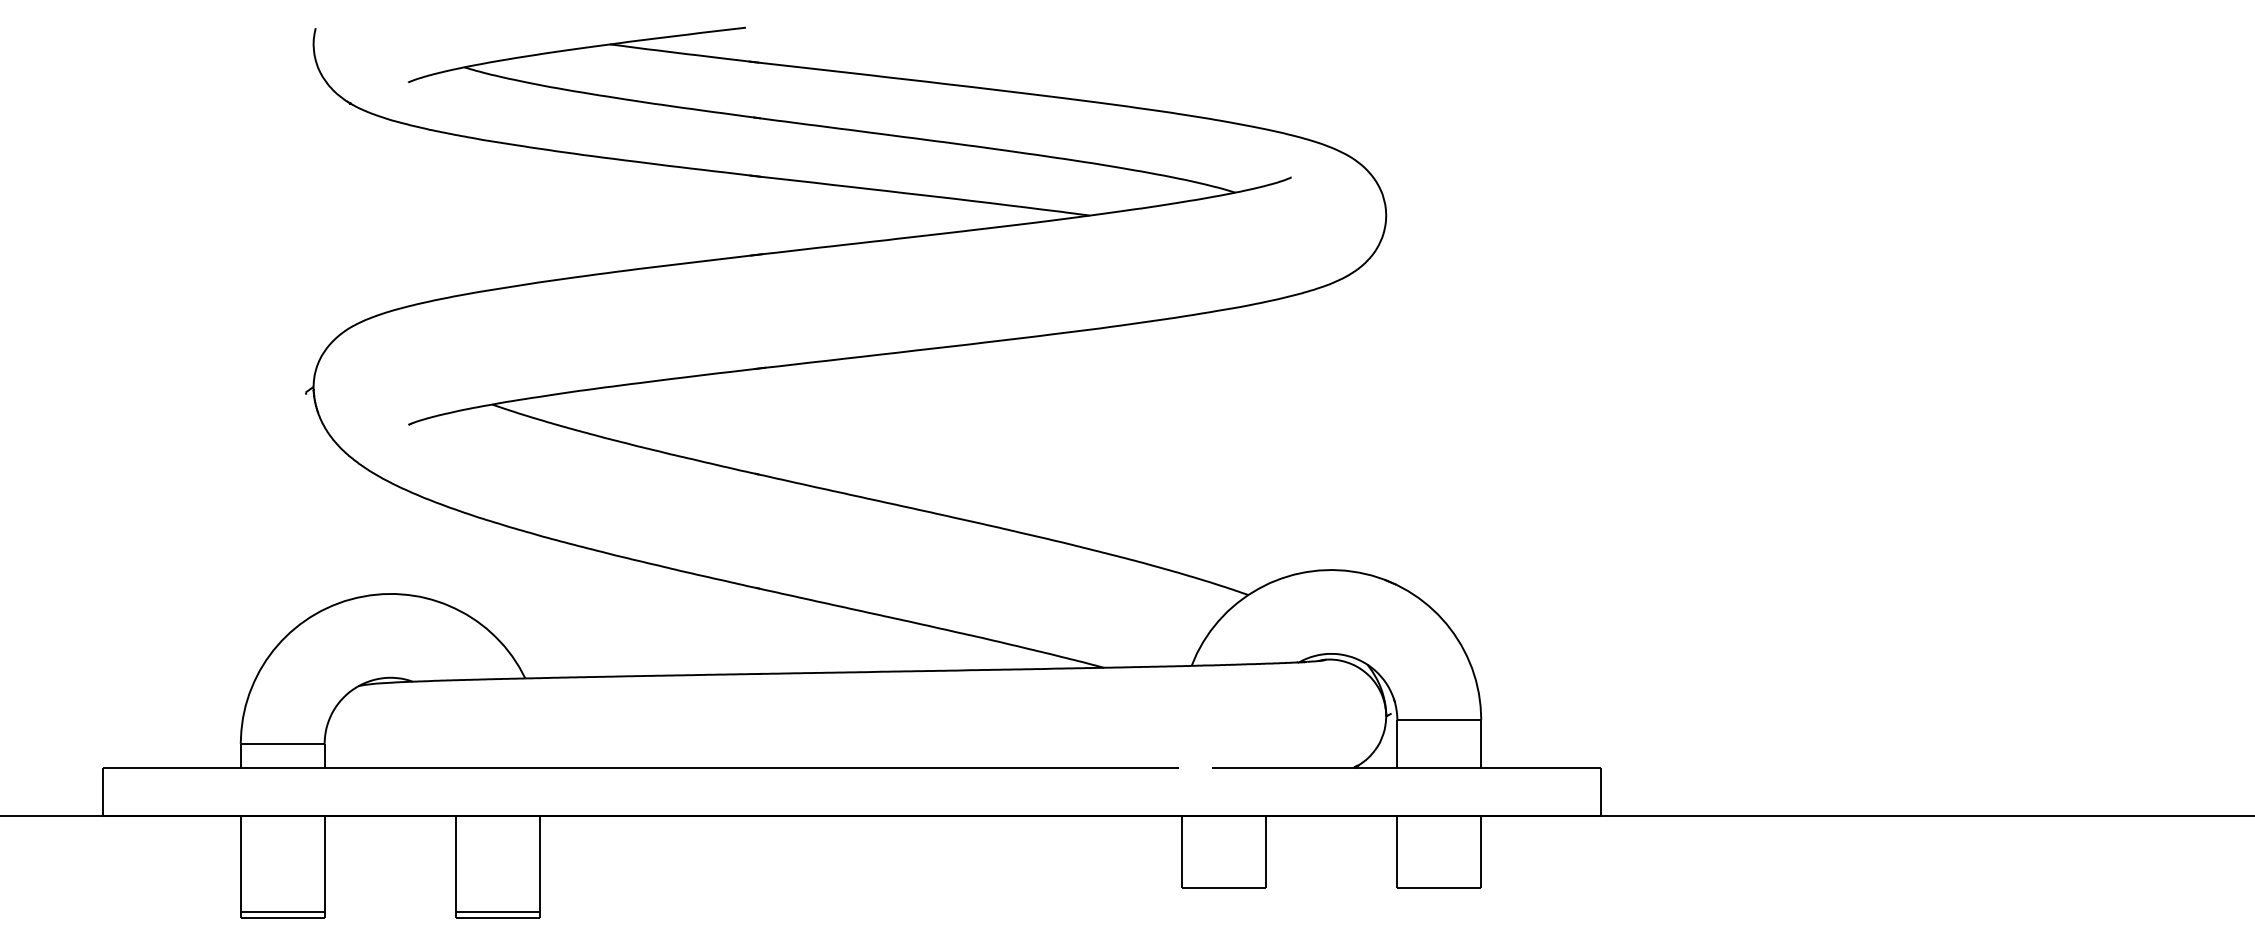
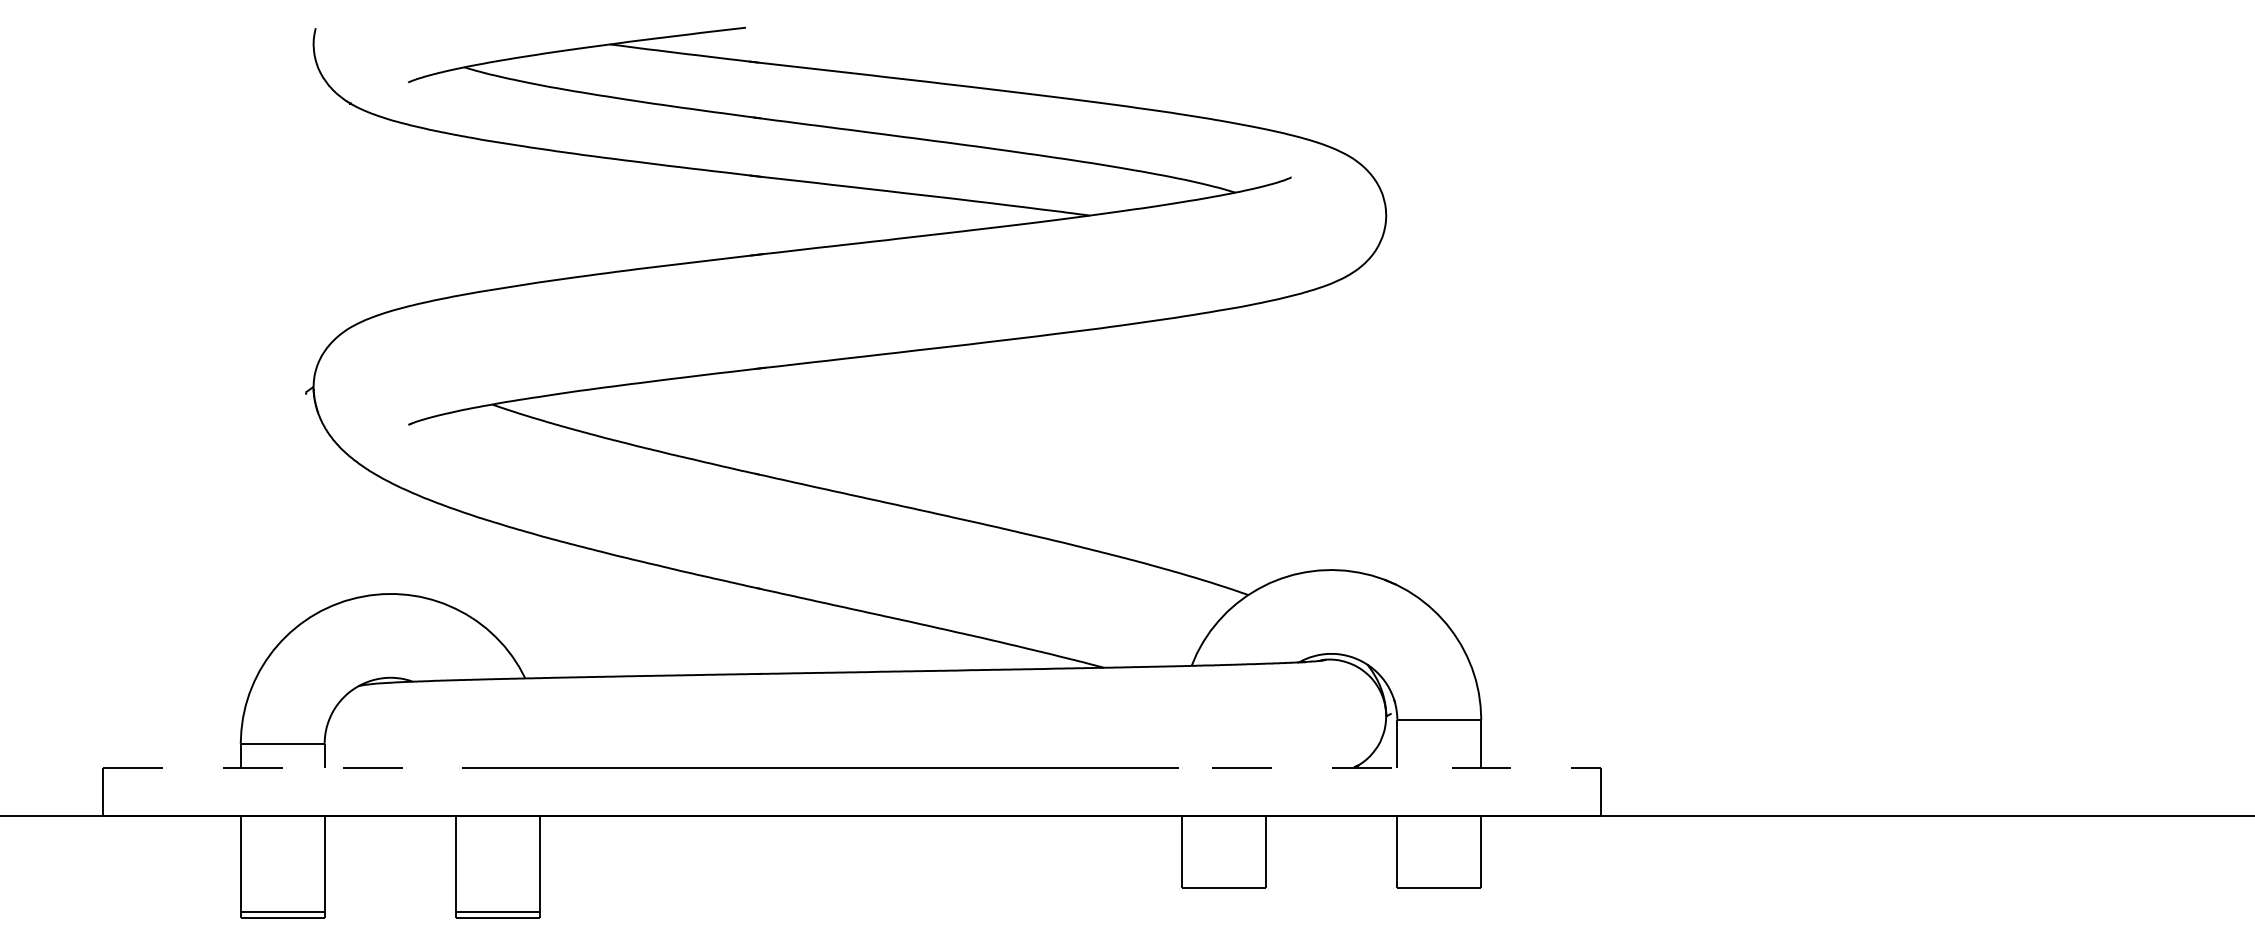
line at (285, 767): solid -> dashed
line at (1406, 767): solid -> dashed
